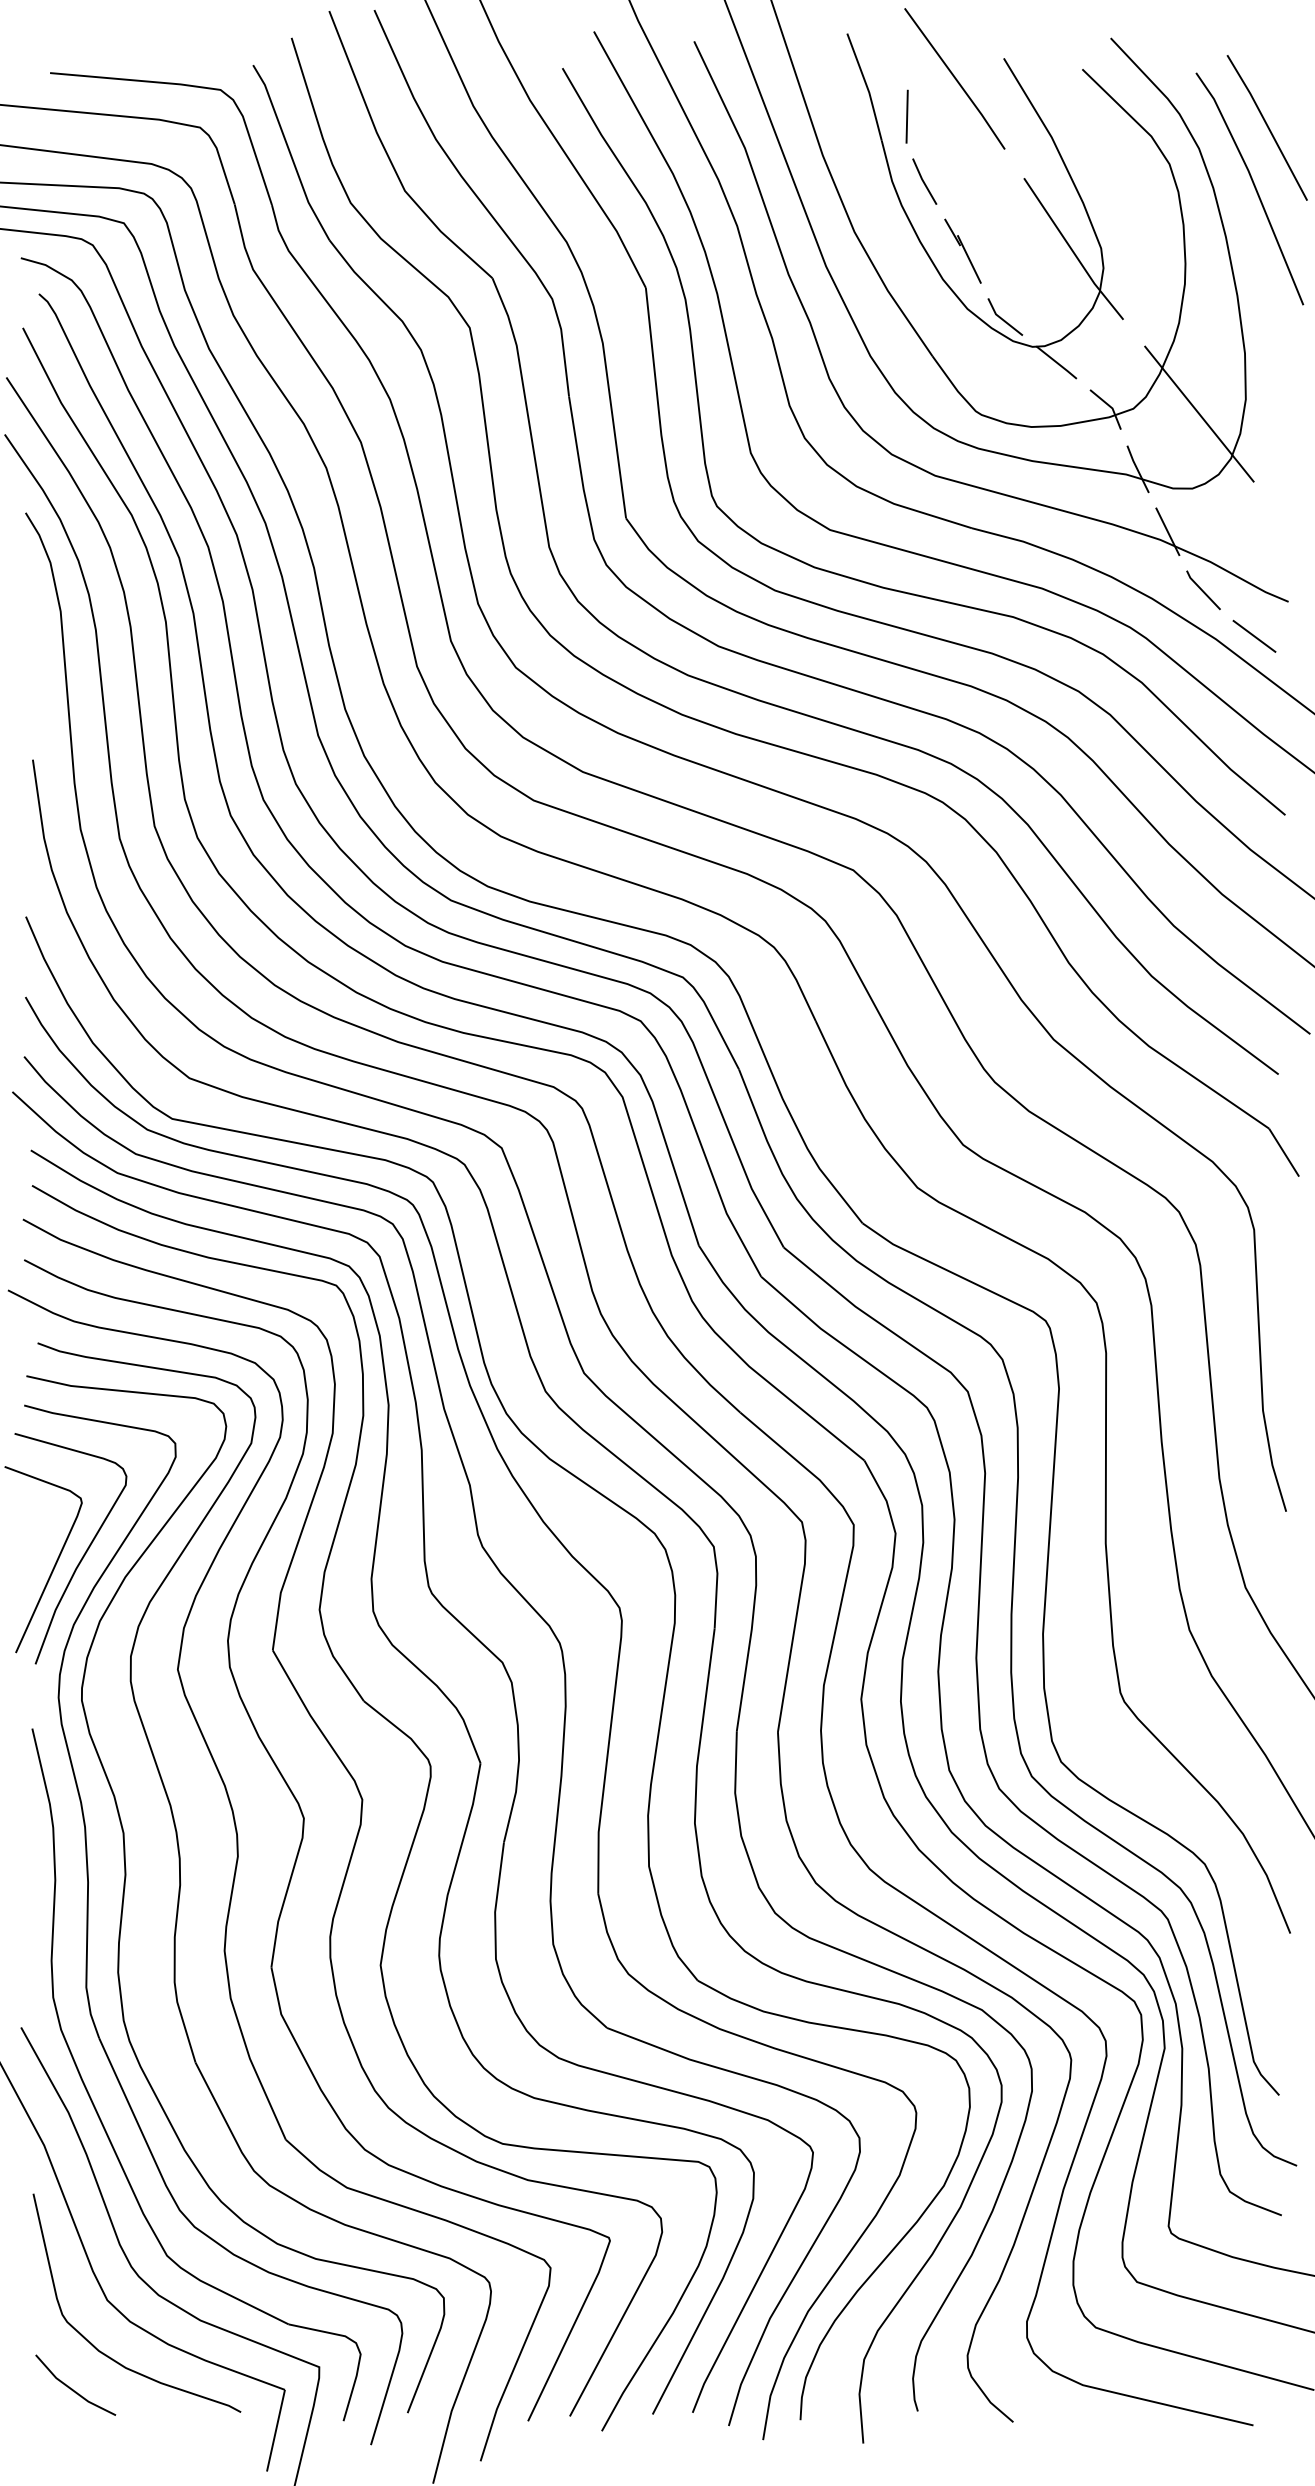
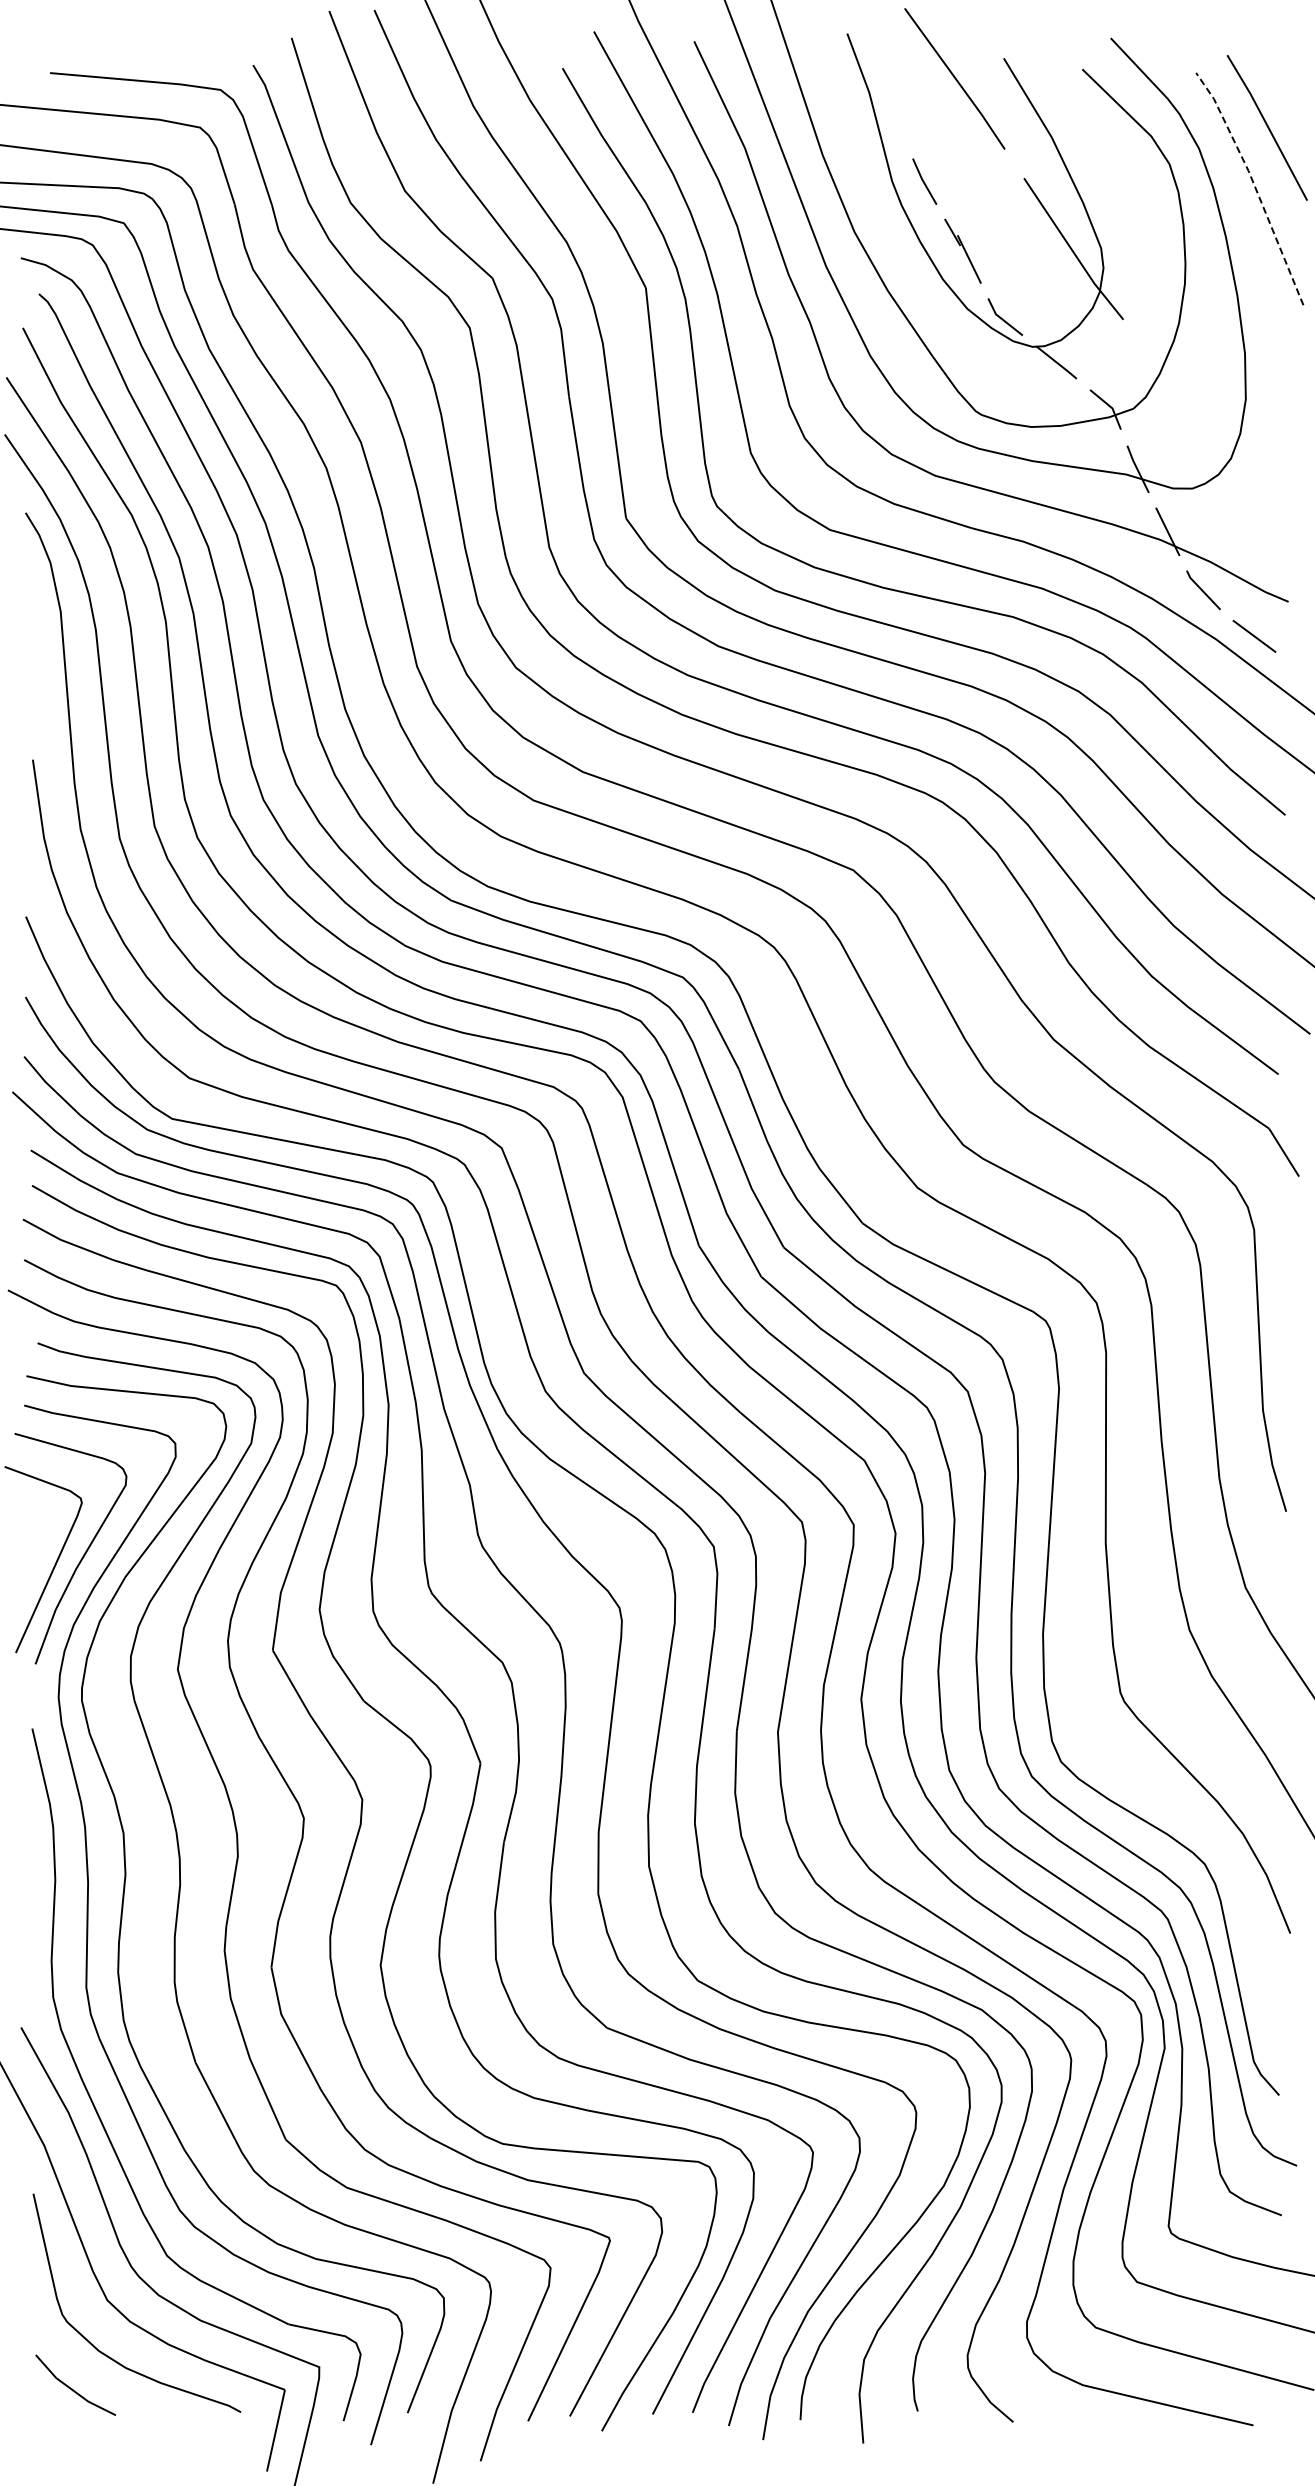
line at (906, 116): present -> none
line at (1254, 185): solid -> dashed
line at (1199, 413): present -> none
